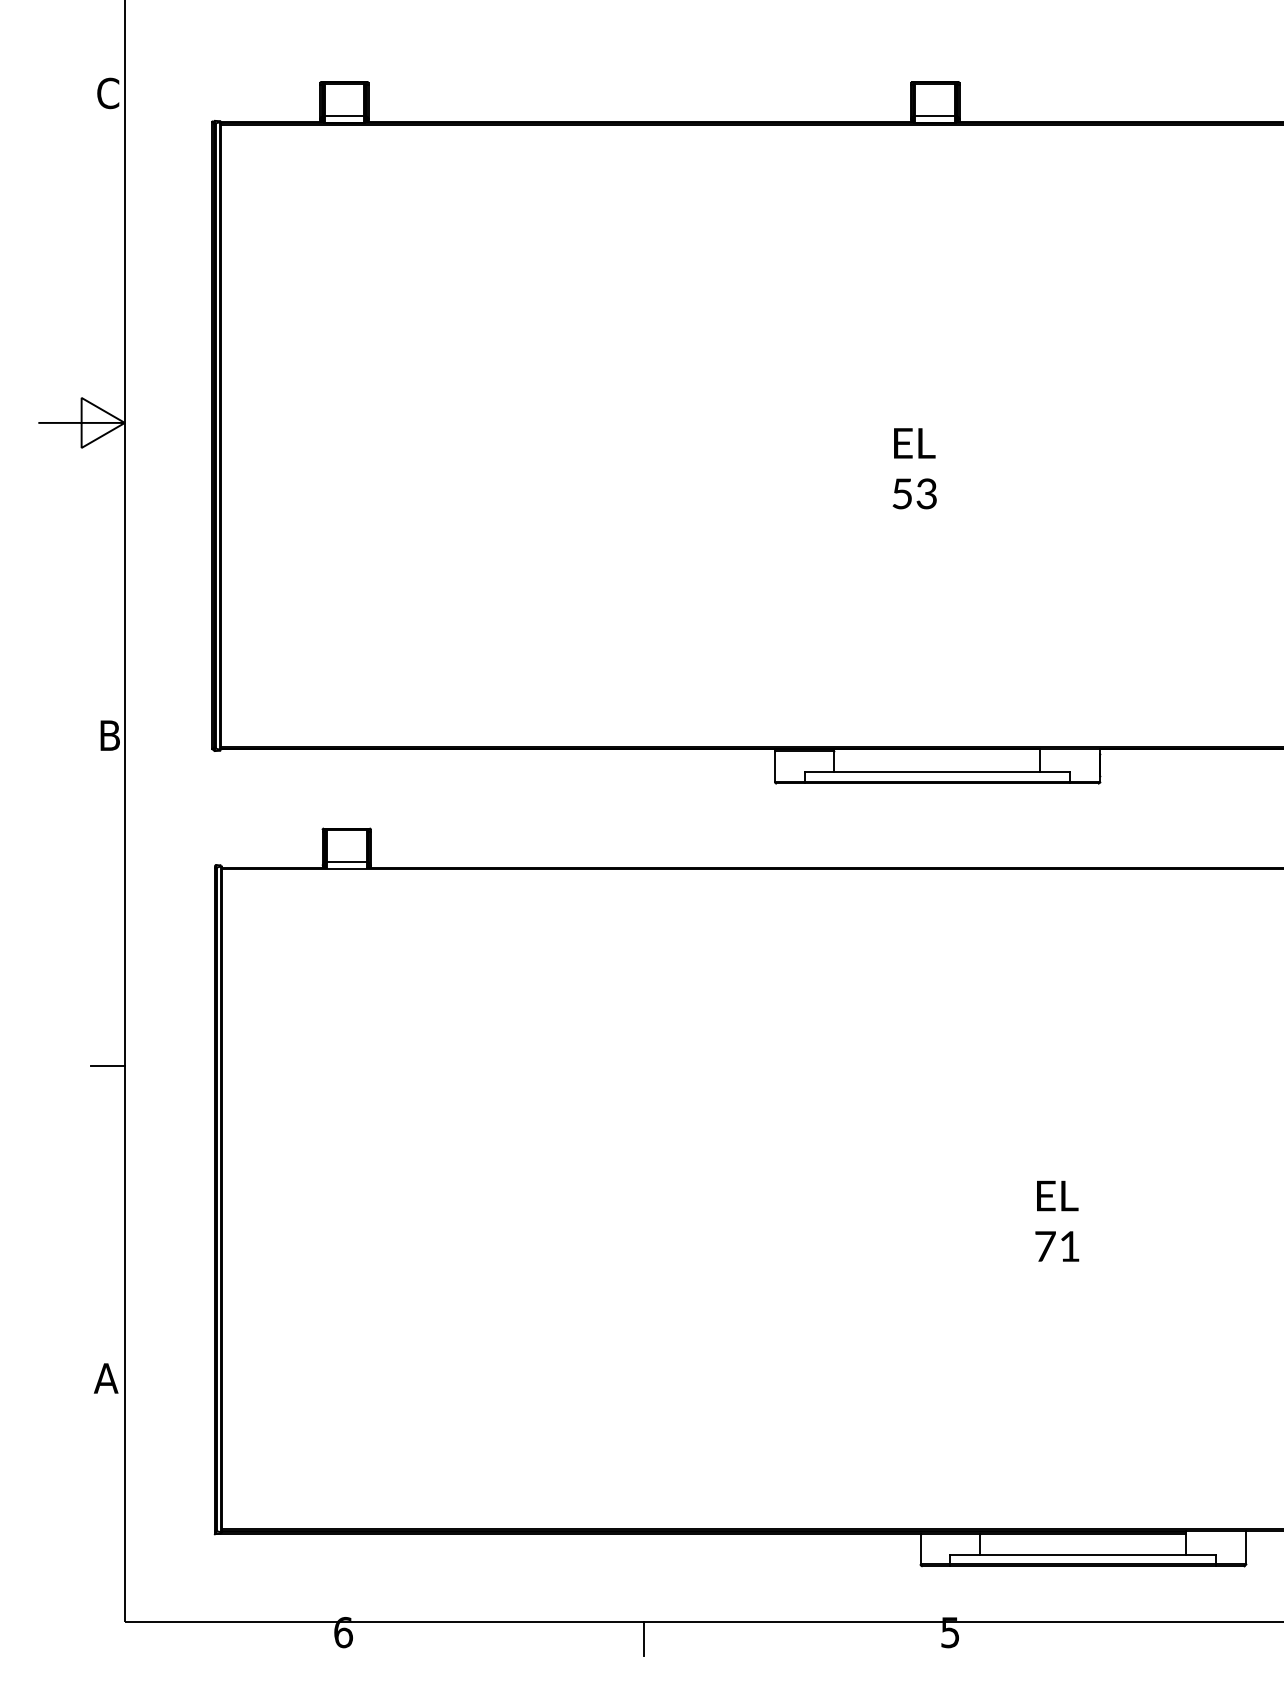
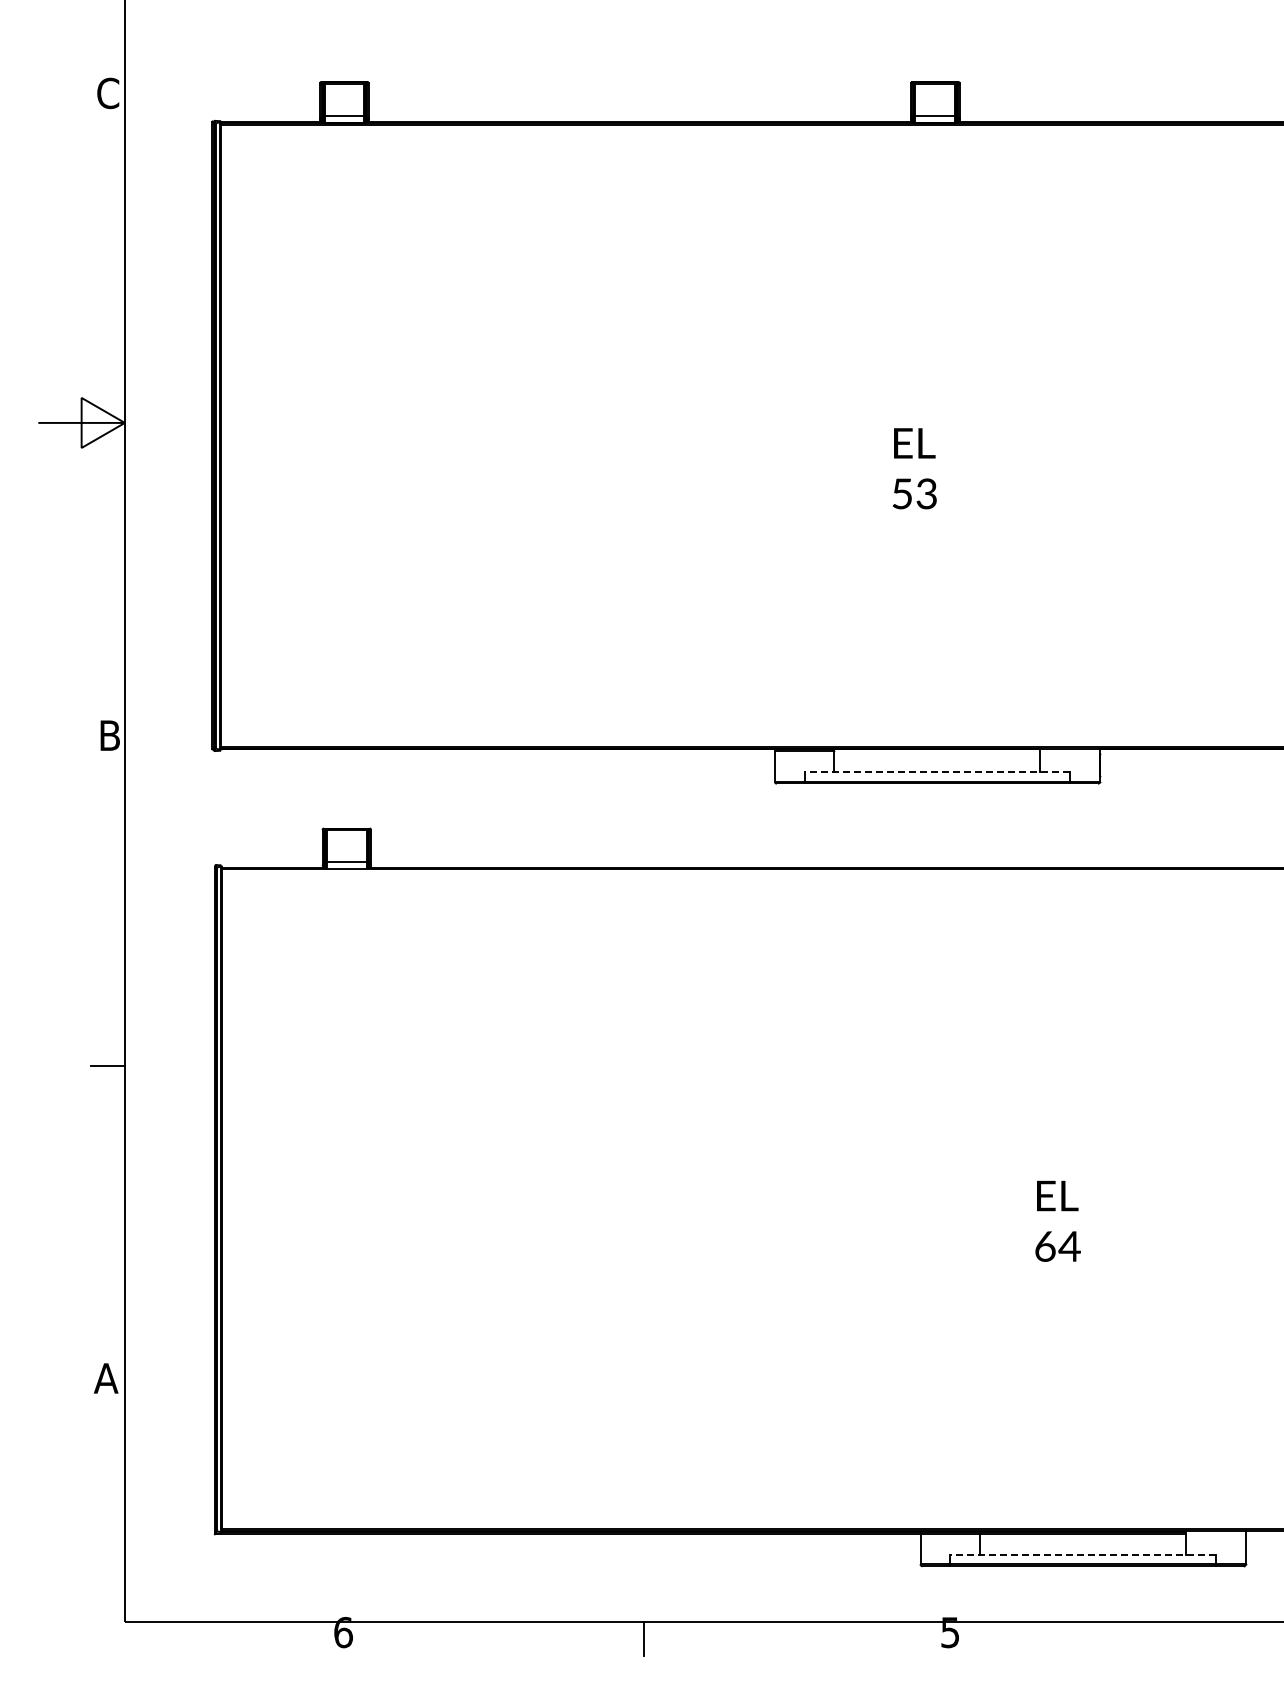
line at (937, 771): solid -> dashed
text at (1057, 1246): 71 -> 64
line at (1083, 1554): solid -> dashed
